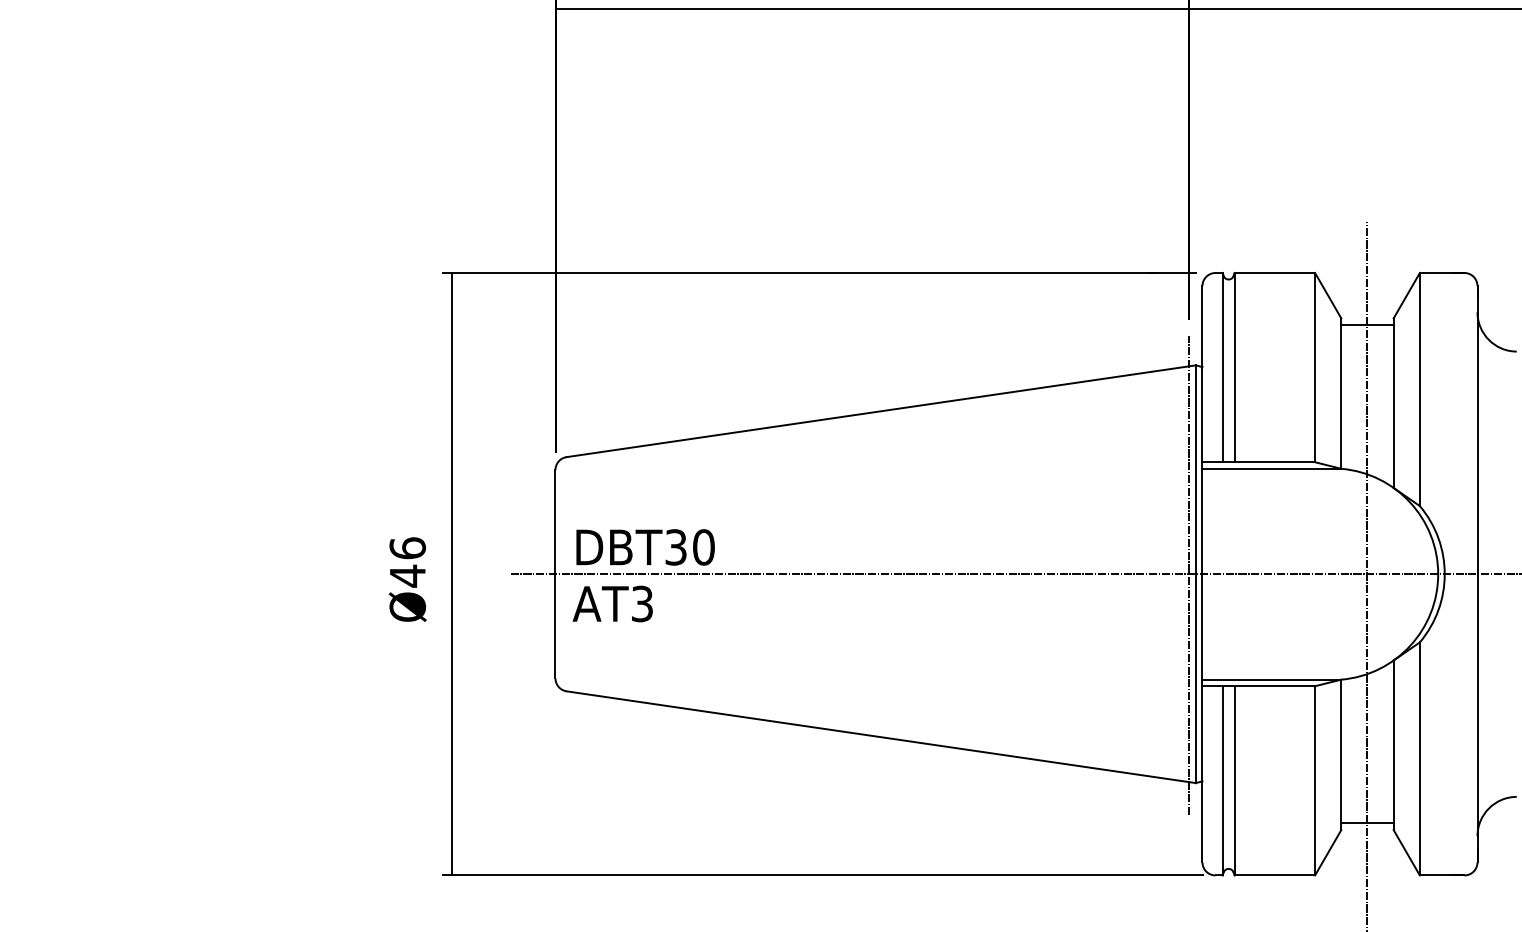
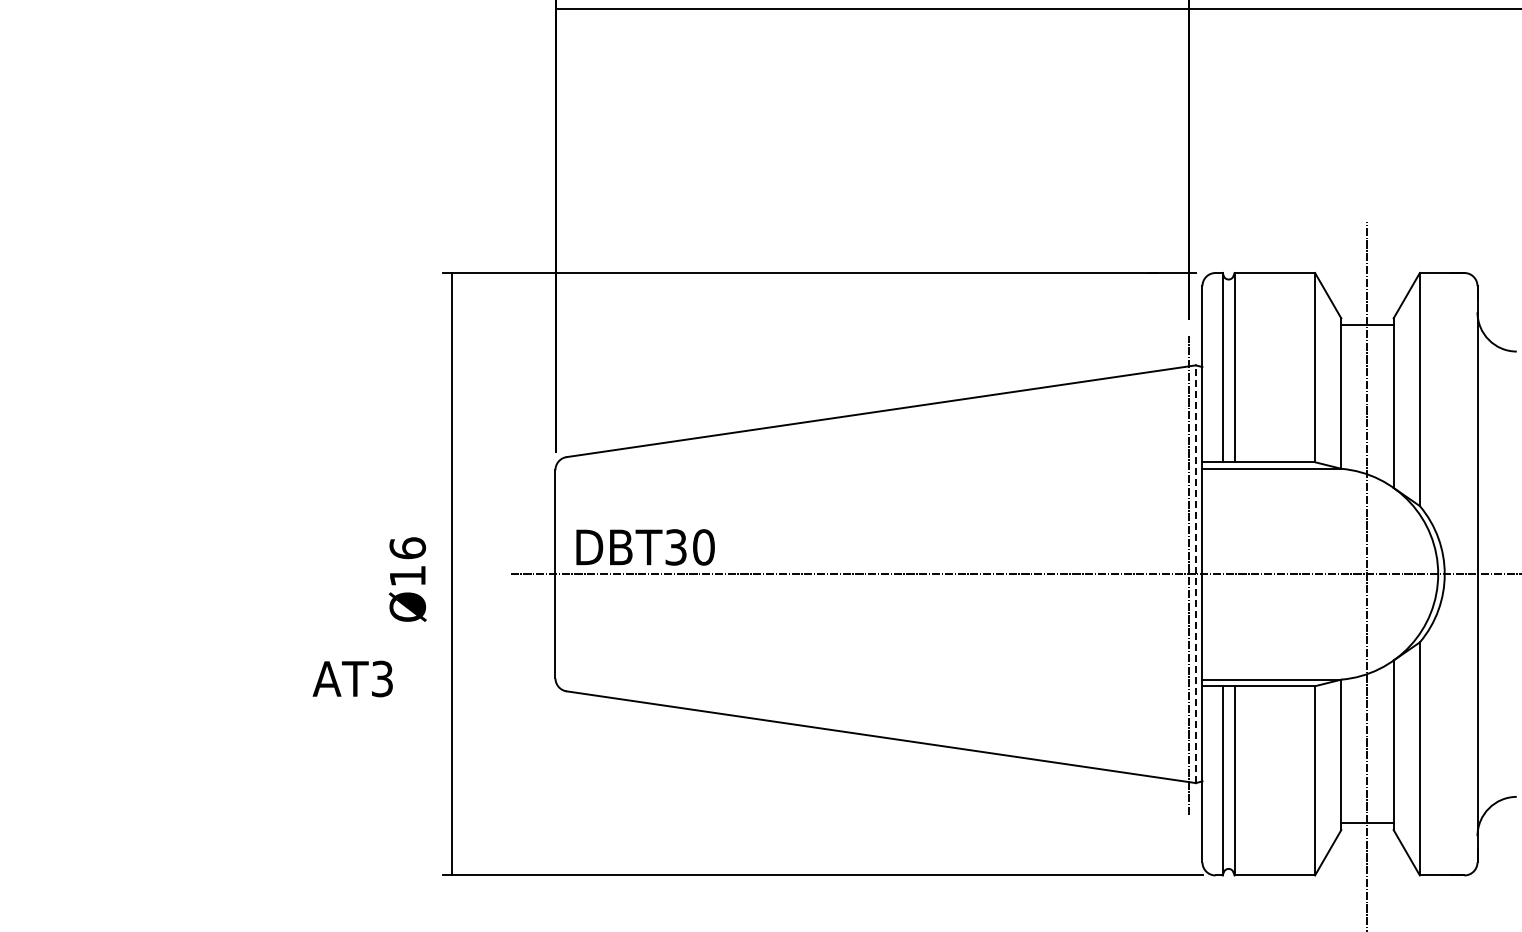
line at (1195, 574): solid -> dashed
text at (407, 575): Ø46 -> Ø16
text at (612, 603) position: (612, 603) -> (352, 678)
